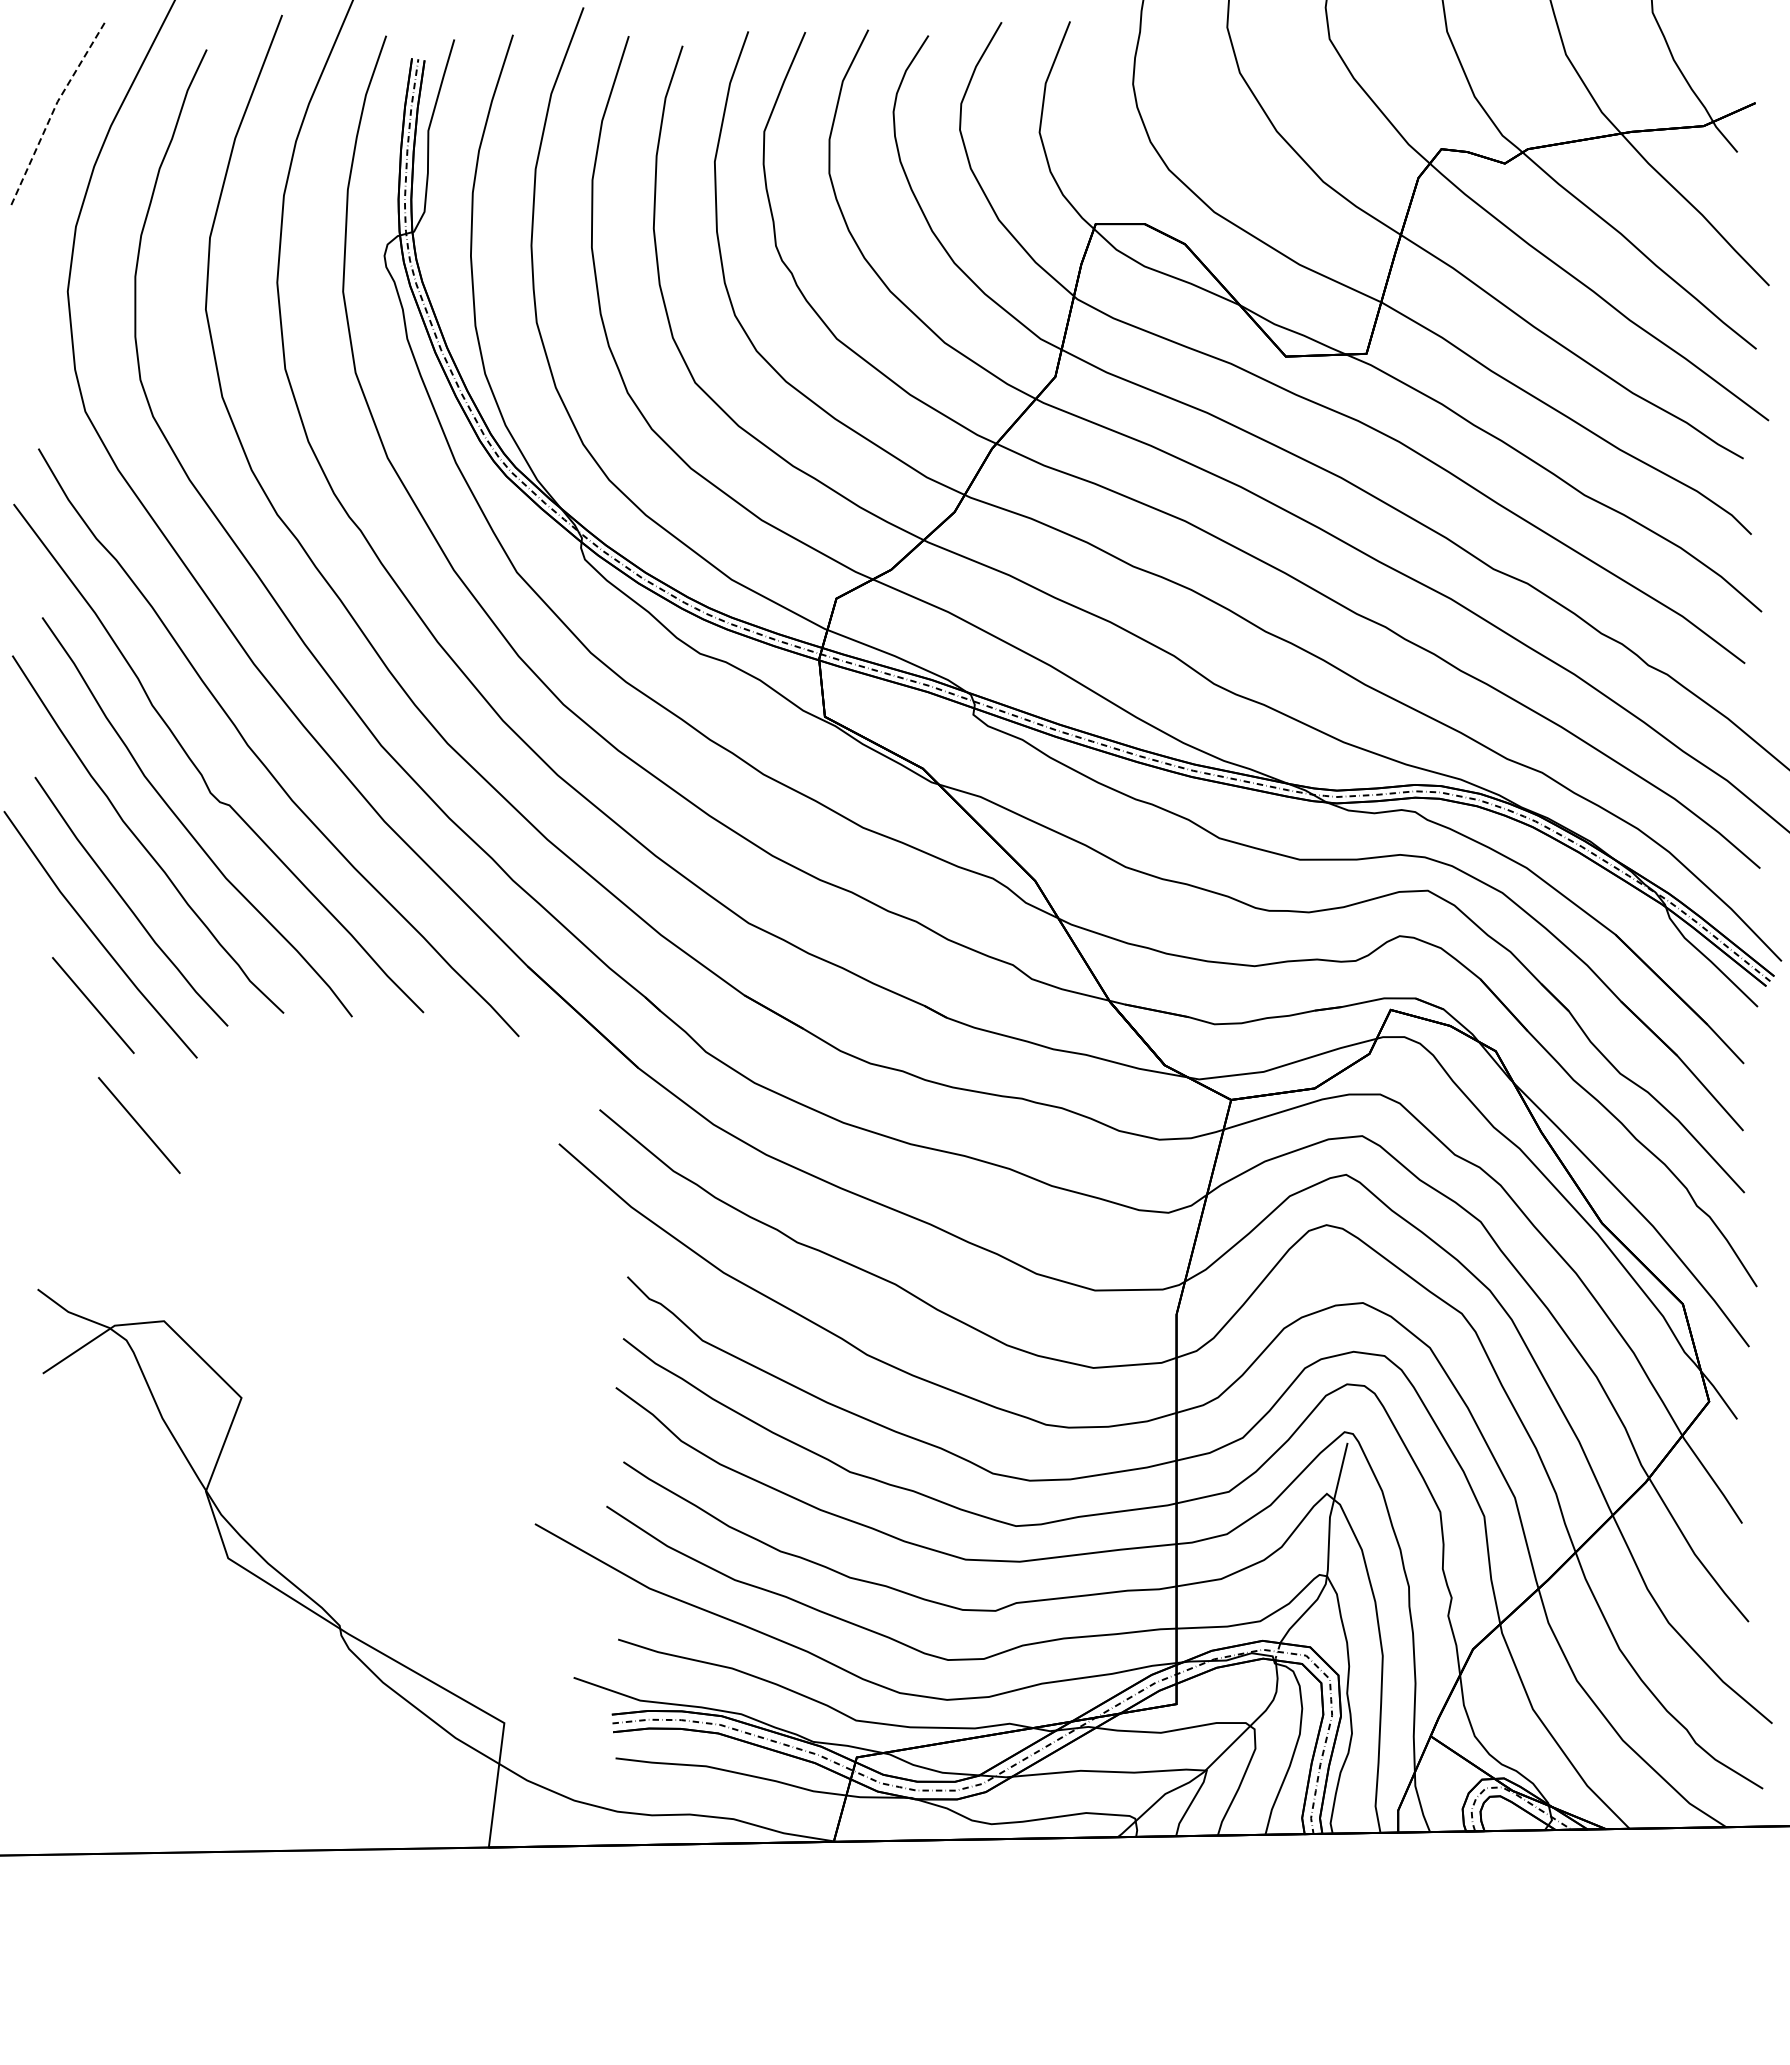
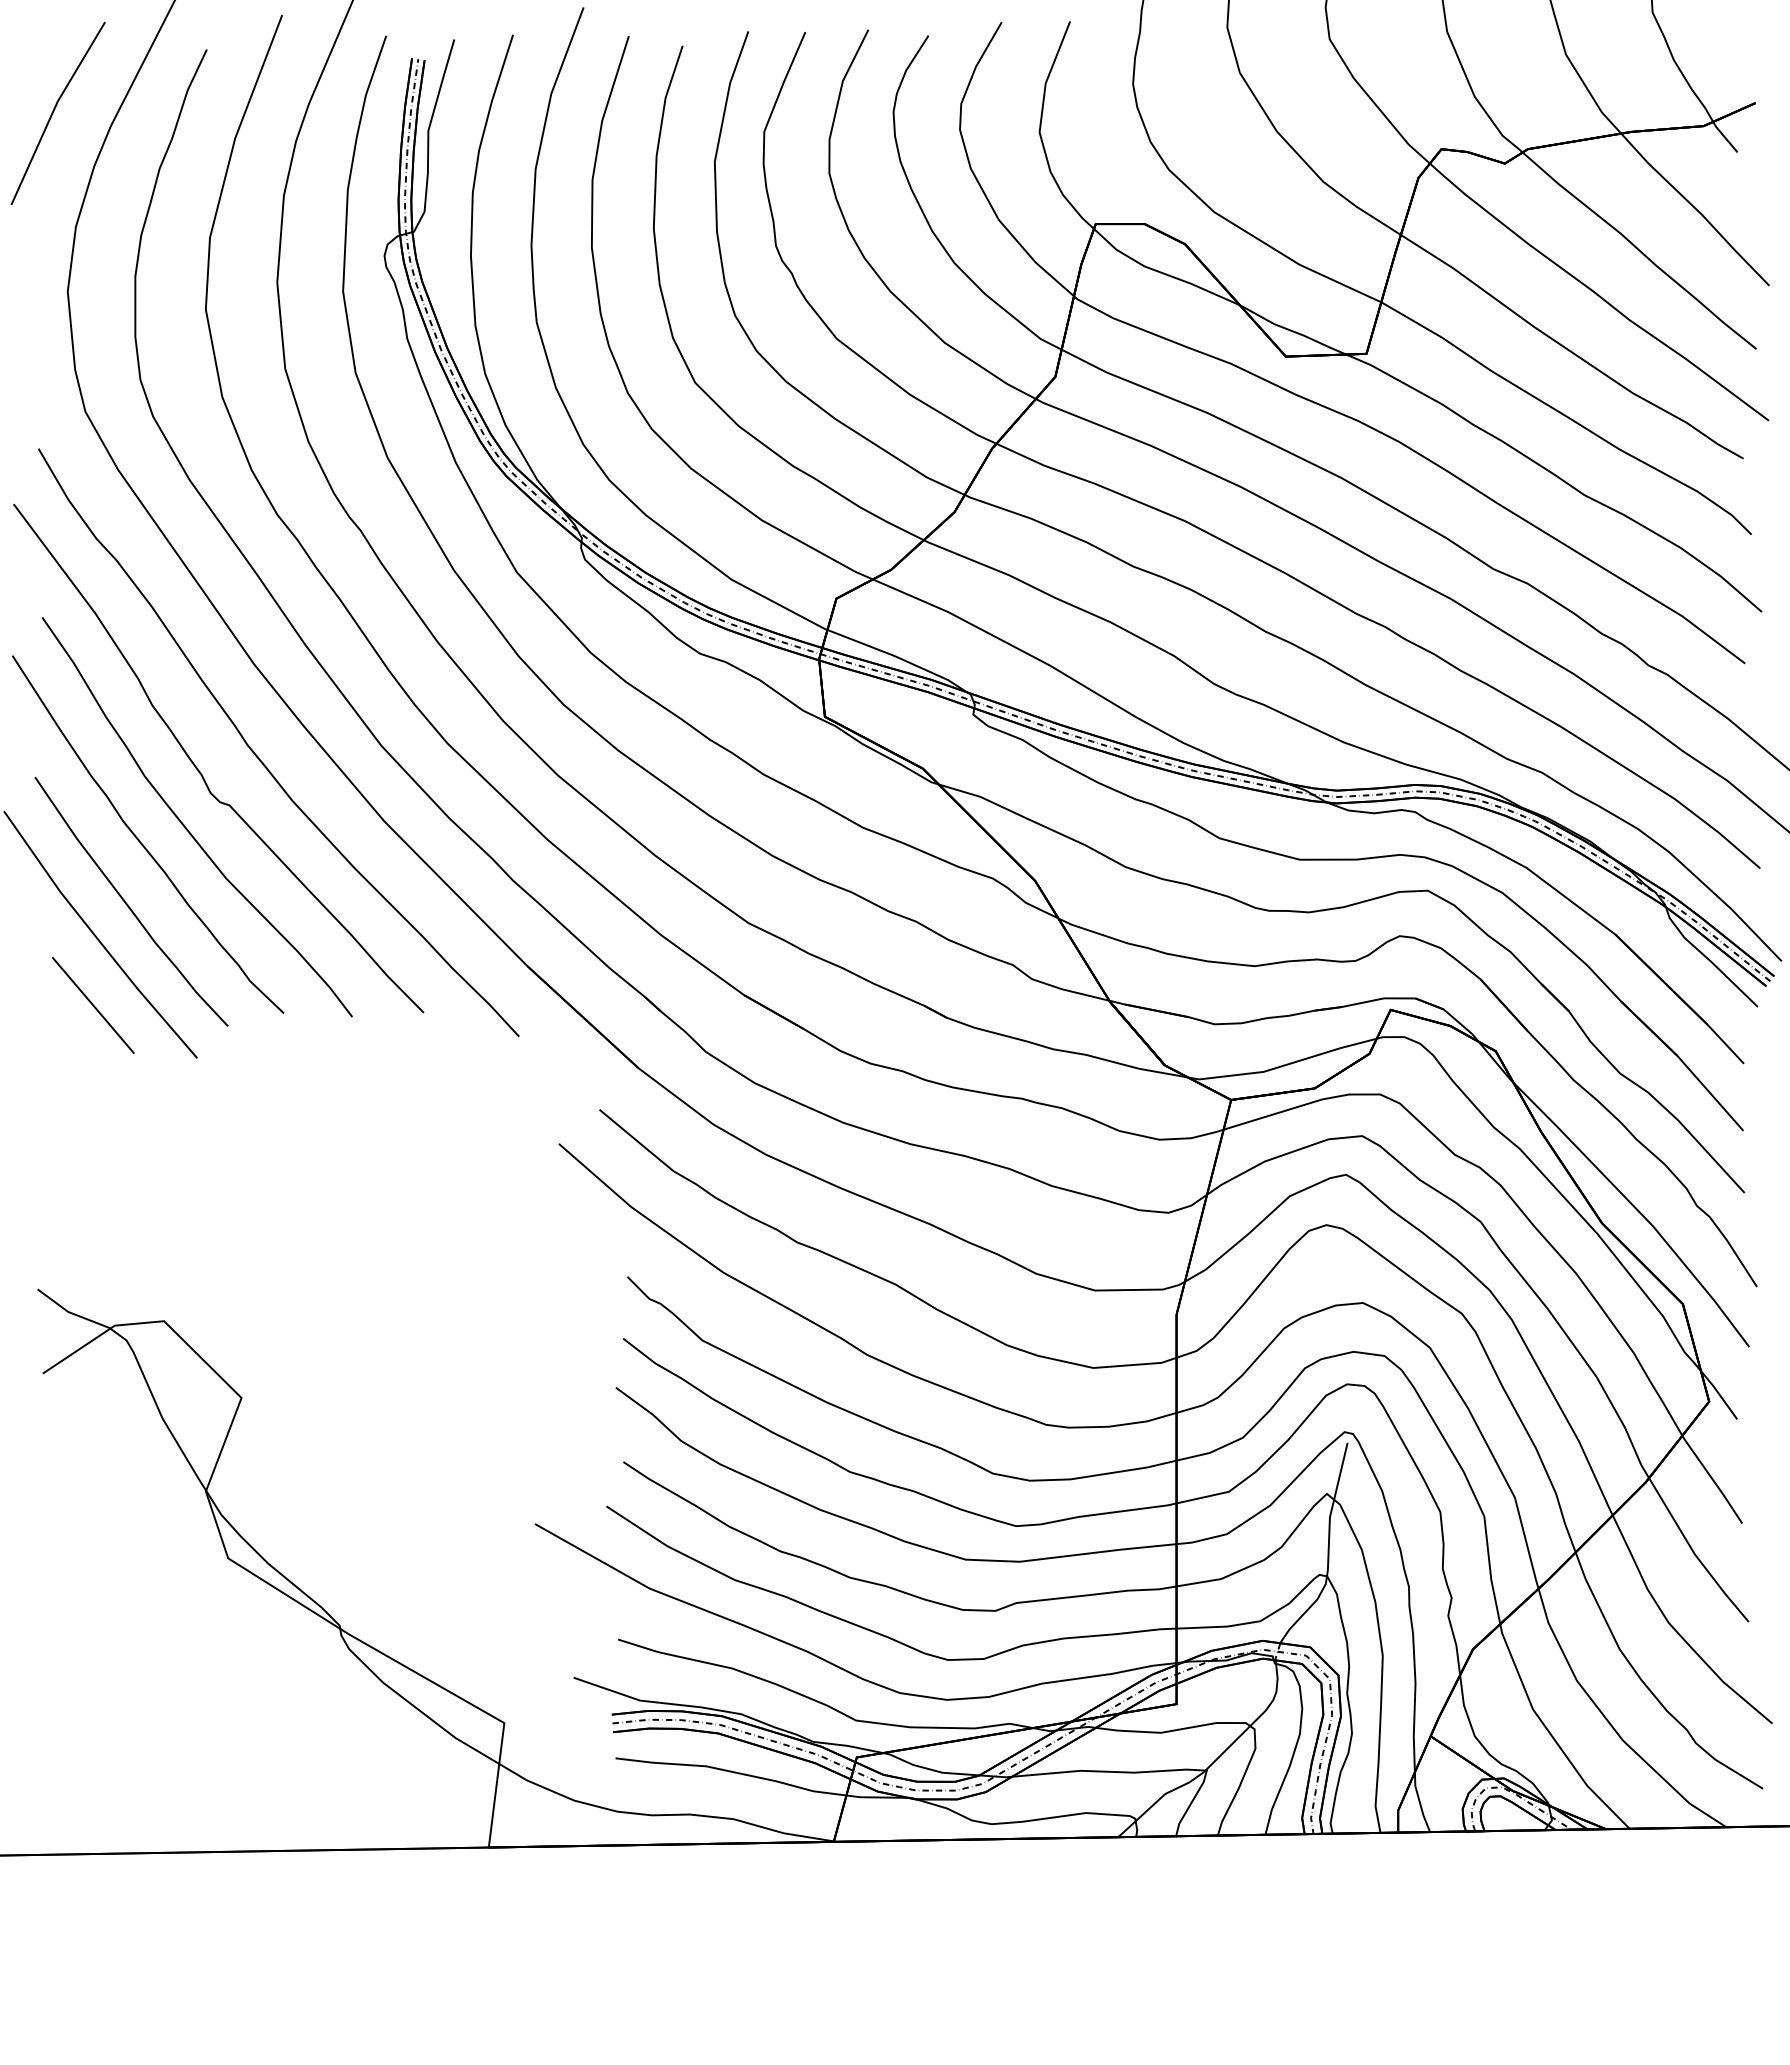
line at (53, 110): dashed -> solid
line at (139, 1125): present -> none
